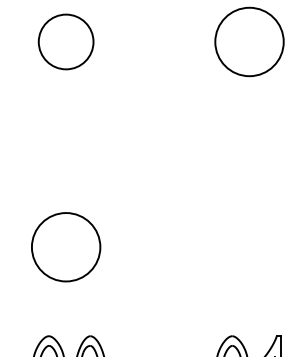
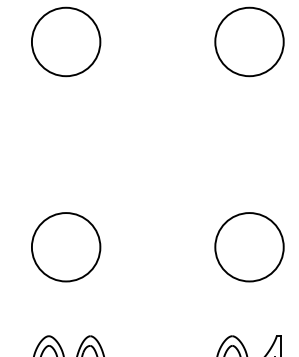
circle at (65, 41) diameter: 55 px -> 68 px
circle at (249, 247): none -> present
